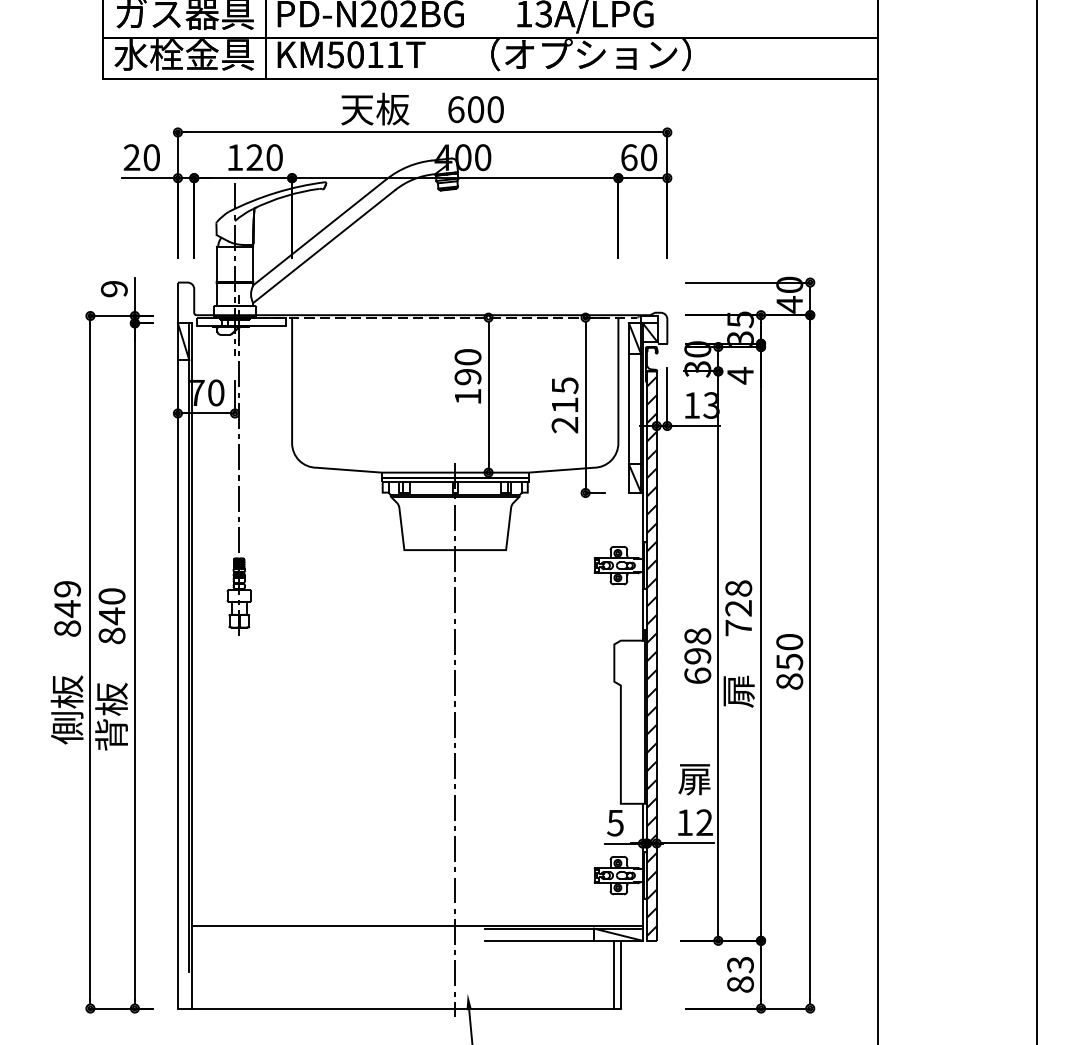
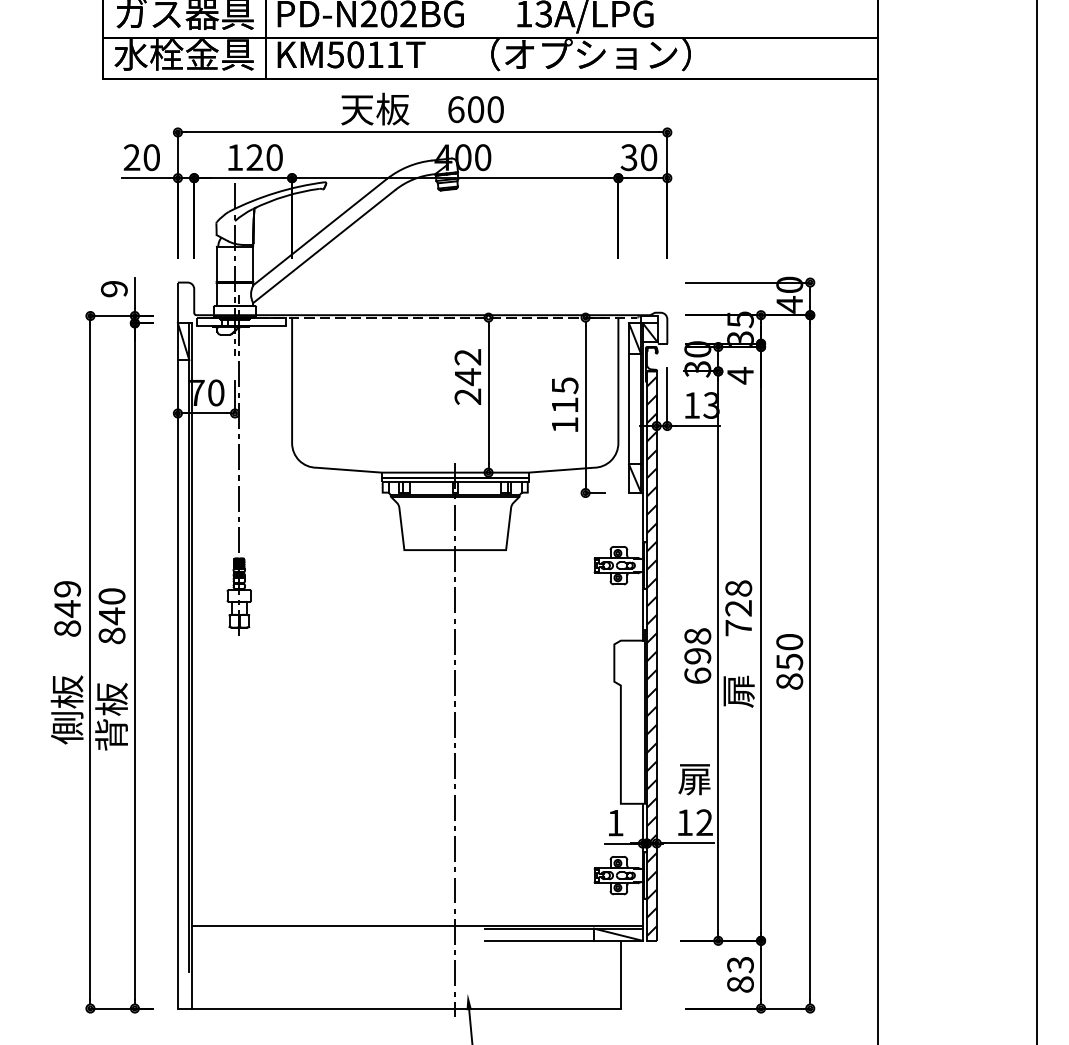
text at (628, 157): 60 -> 30
text at (467, 376): 190 -> 242
text at (564, 425): 215 -> 115
text at (615, 823): 5 -> 1
line at (614, 974): present -> none
